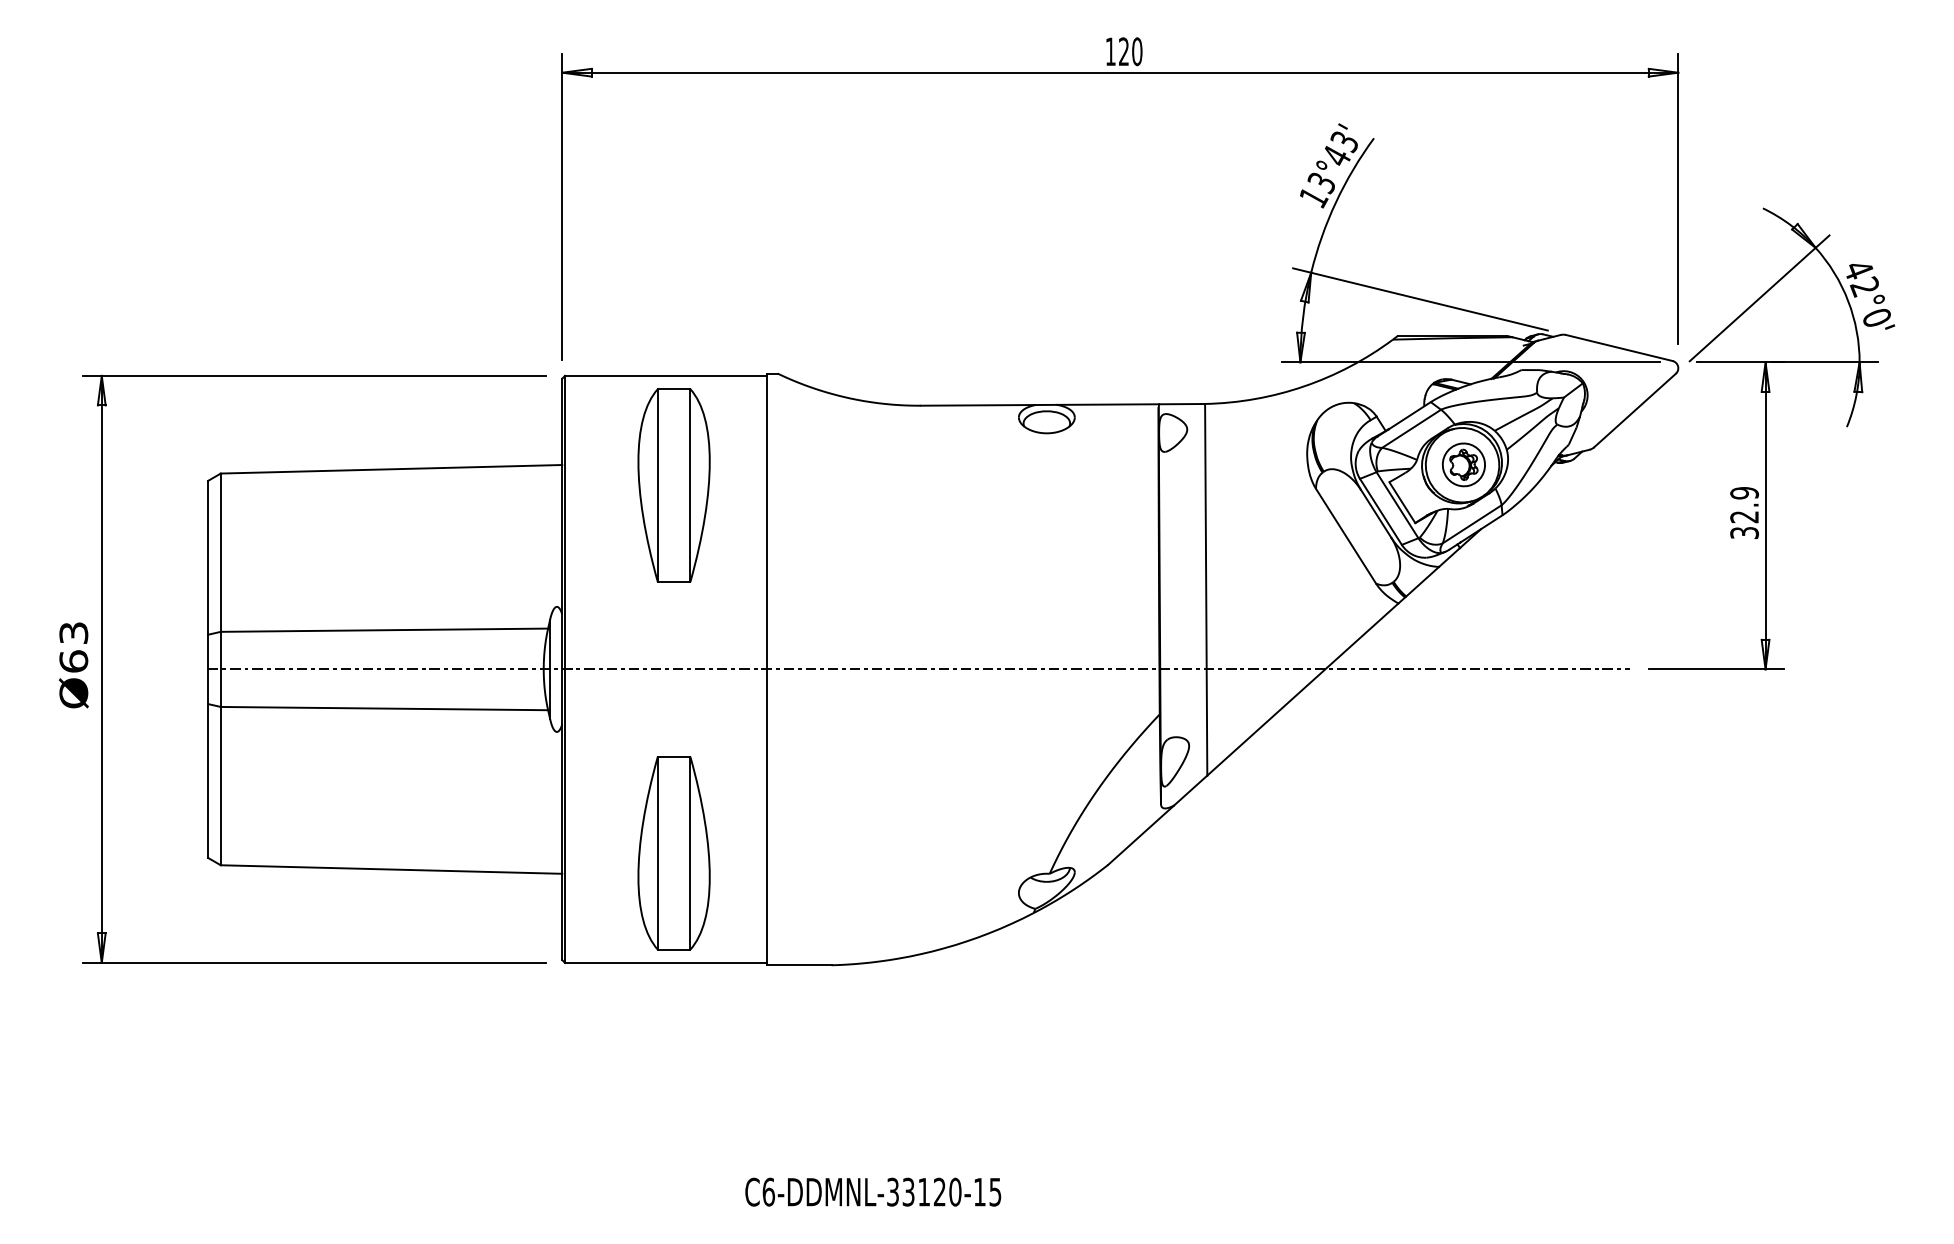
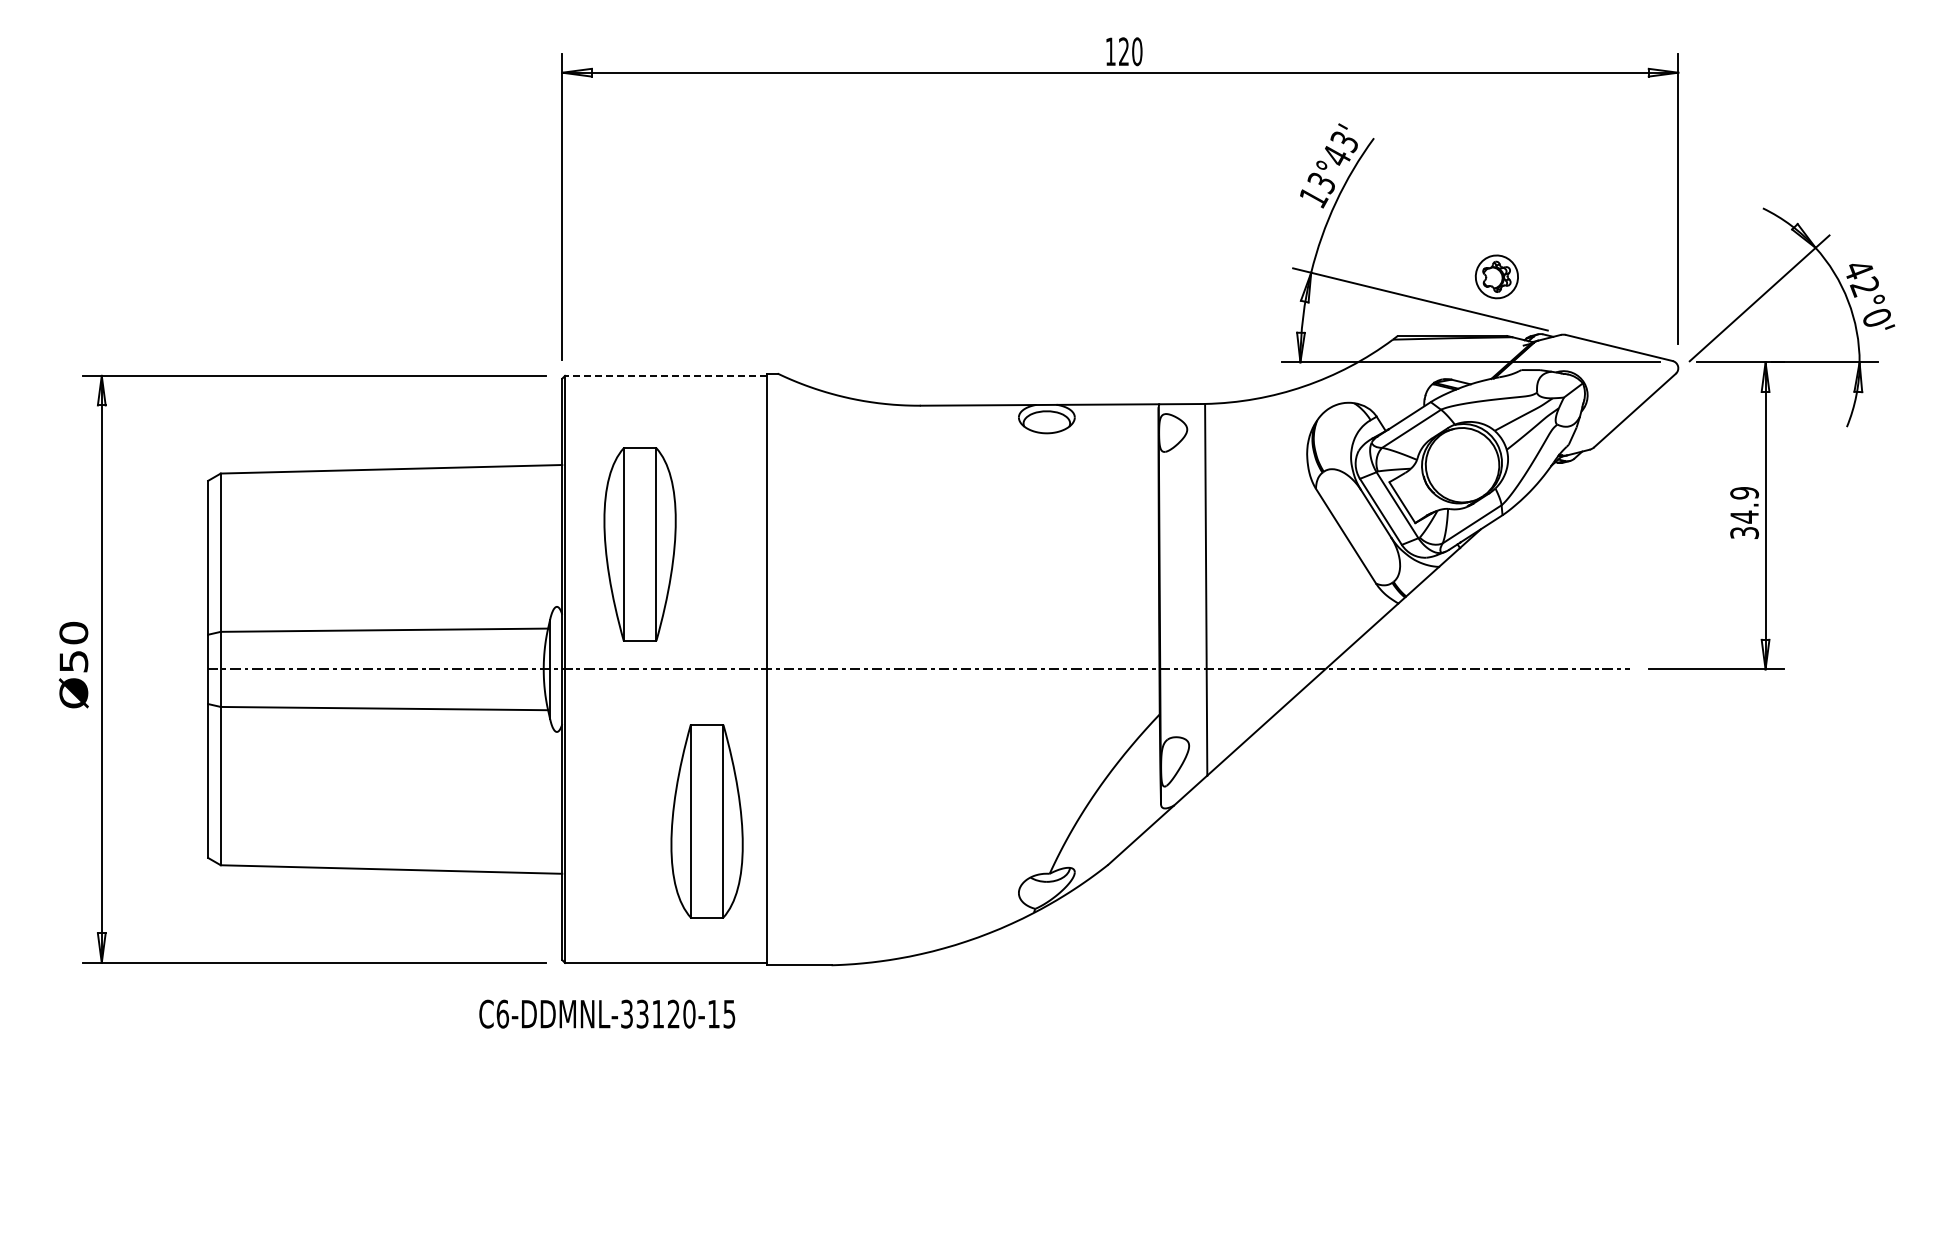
line at (665, 375): solid -> dashed
part at (1463, 464) position: (1463, 464) -> (1496, 276)
part at (673, 485) position: (673, 485) -> (639, 544)
text at (1744, 516): 32.9 -> 34.9
text at (73, 646): Ø63 -> Ø50
part at (673, 853) position: (673, 853) -> (706, 821)
text at (873, 1191) position: (873, 1191) -> (607, 1013)
